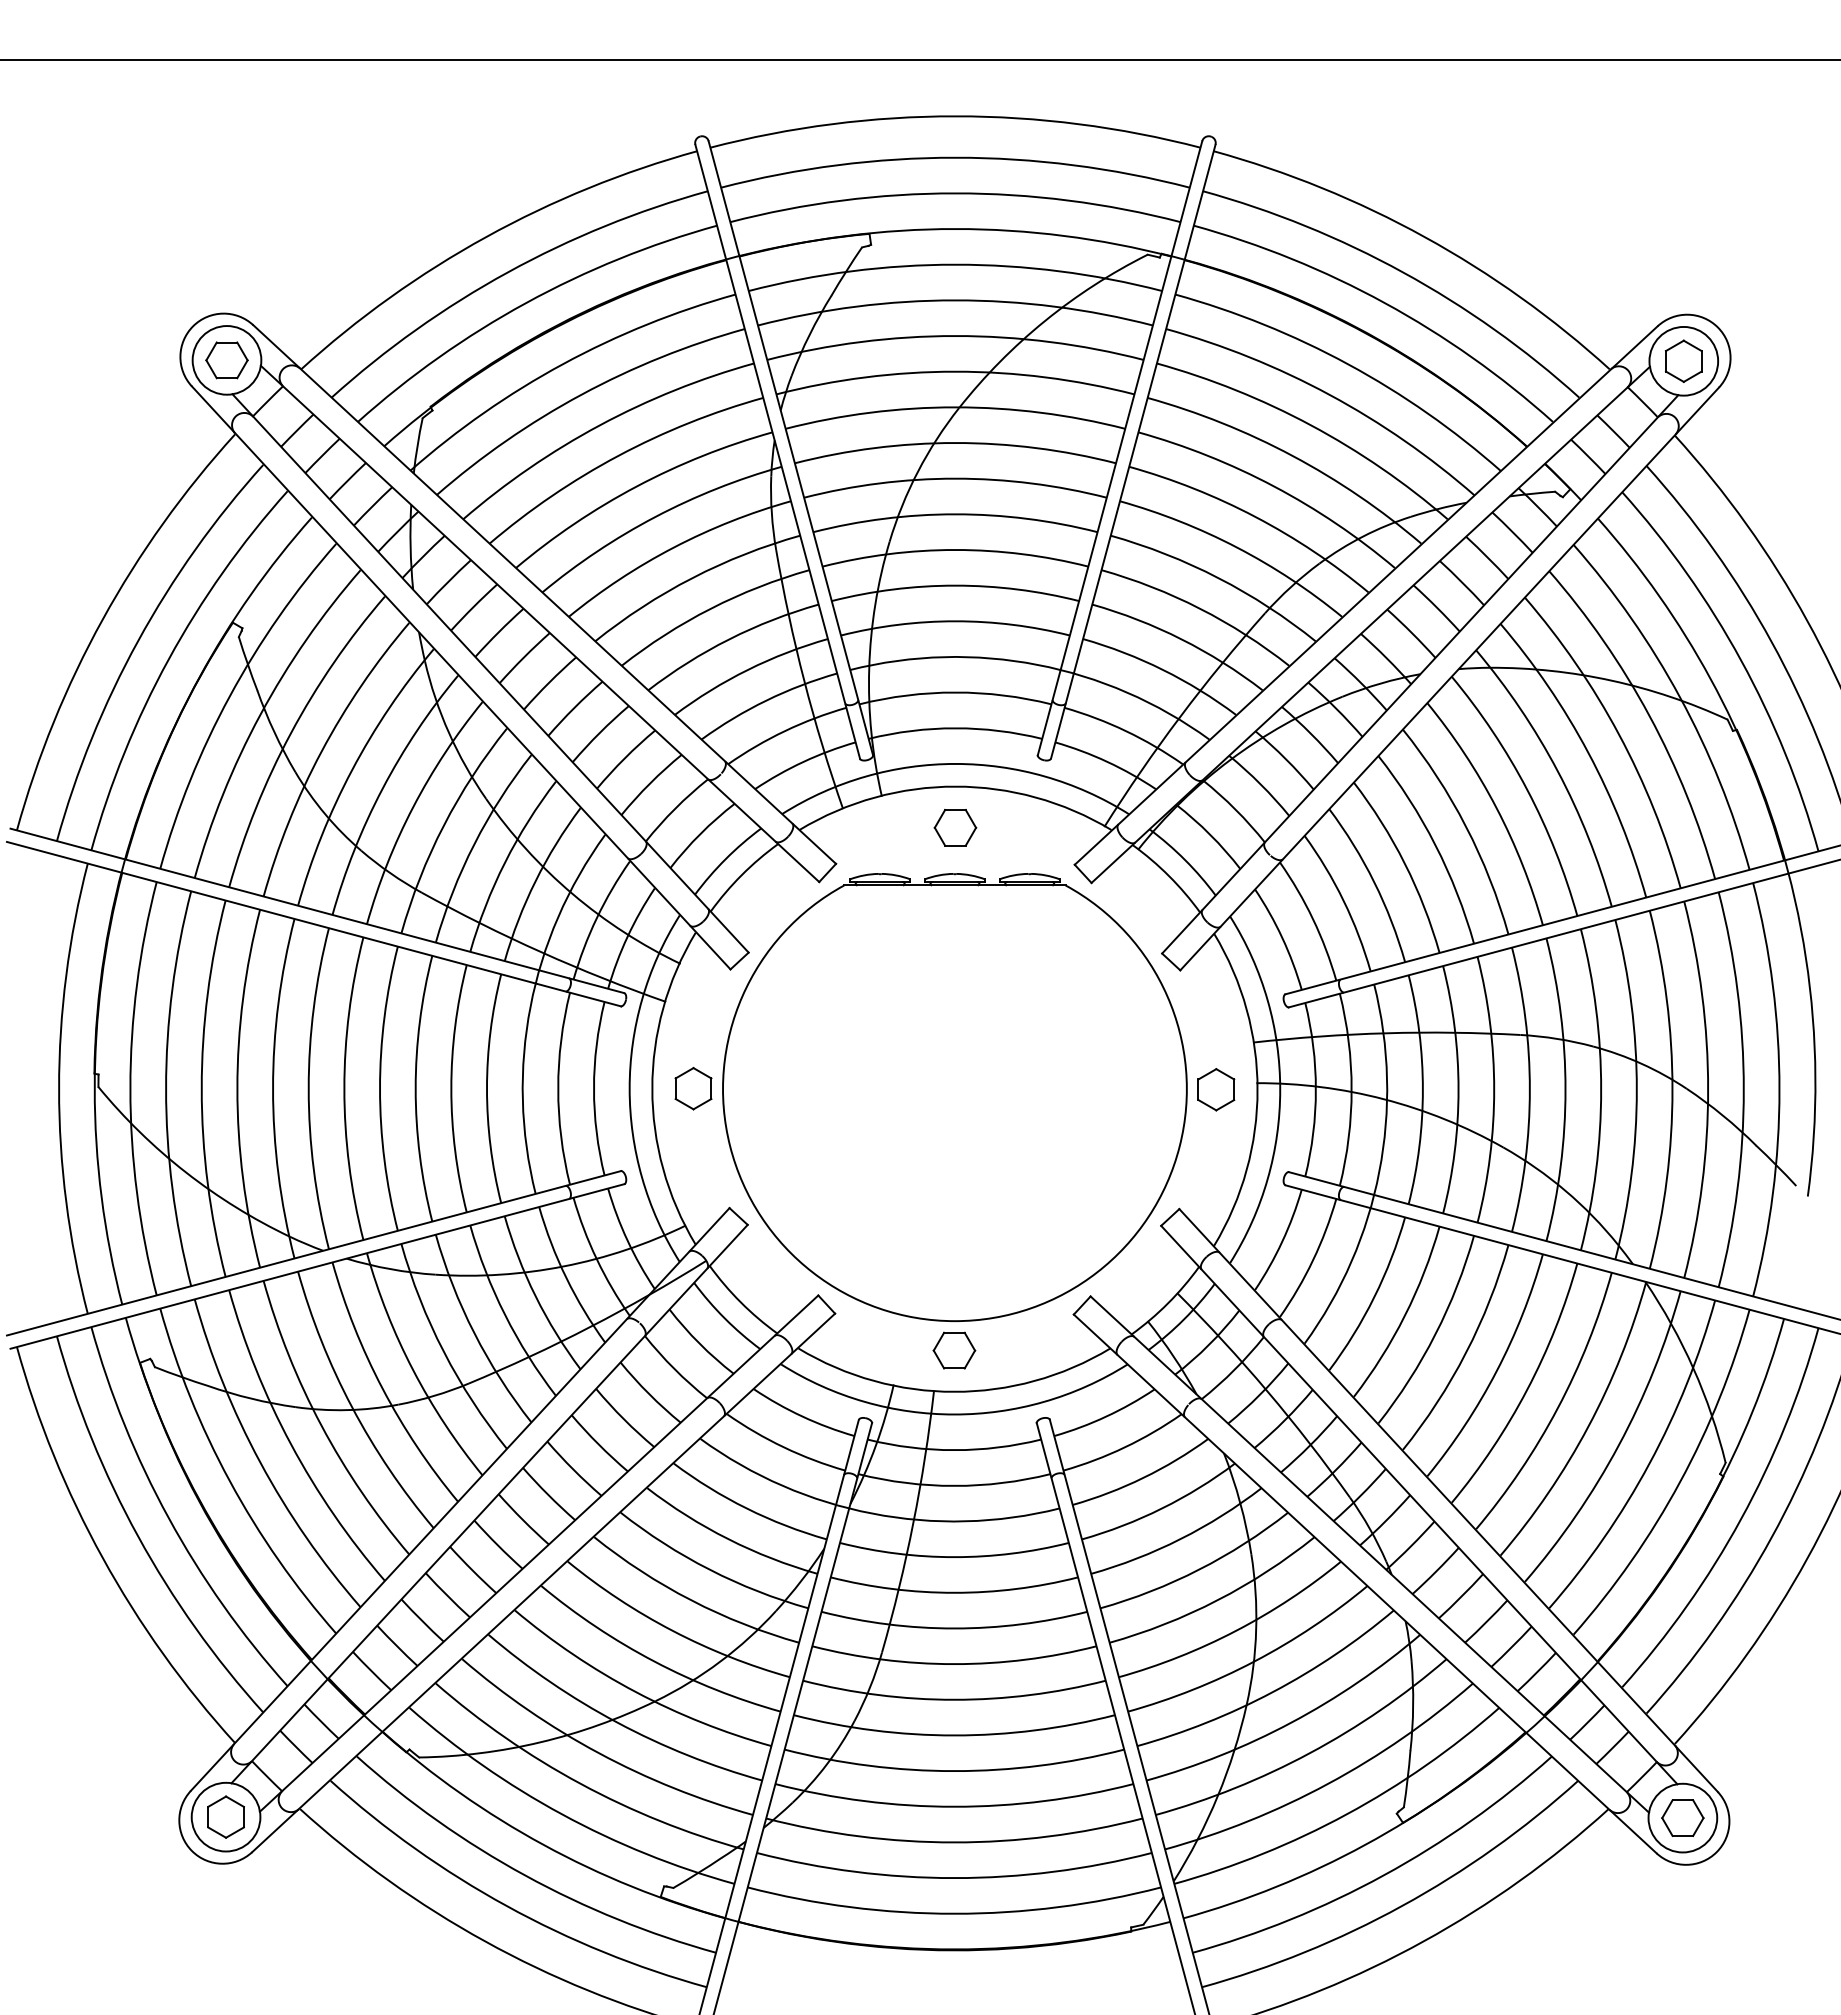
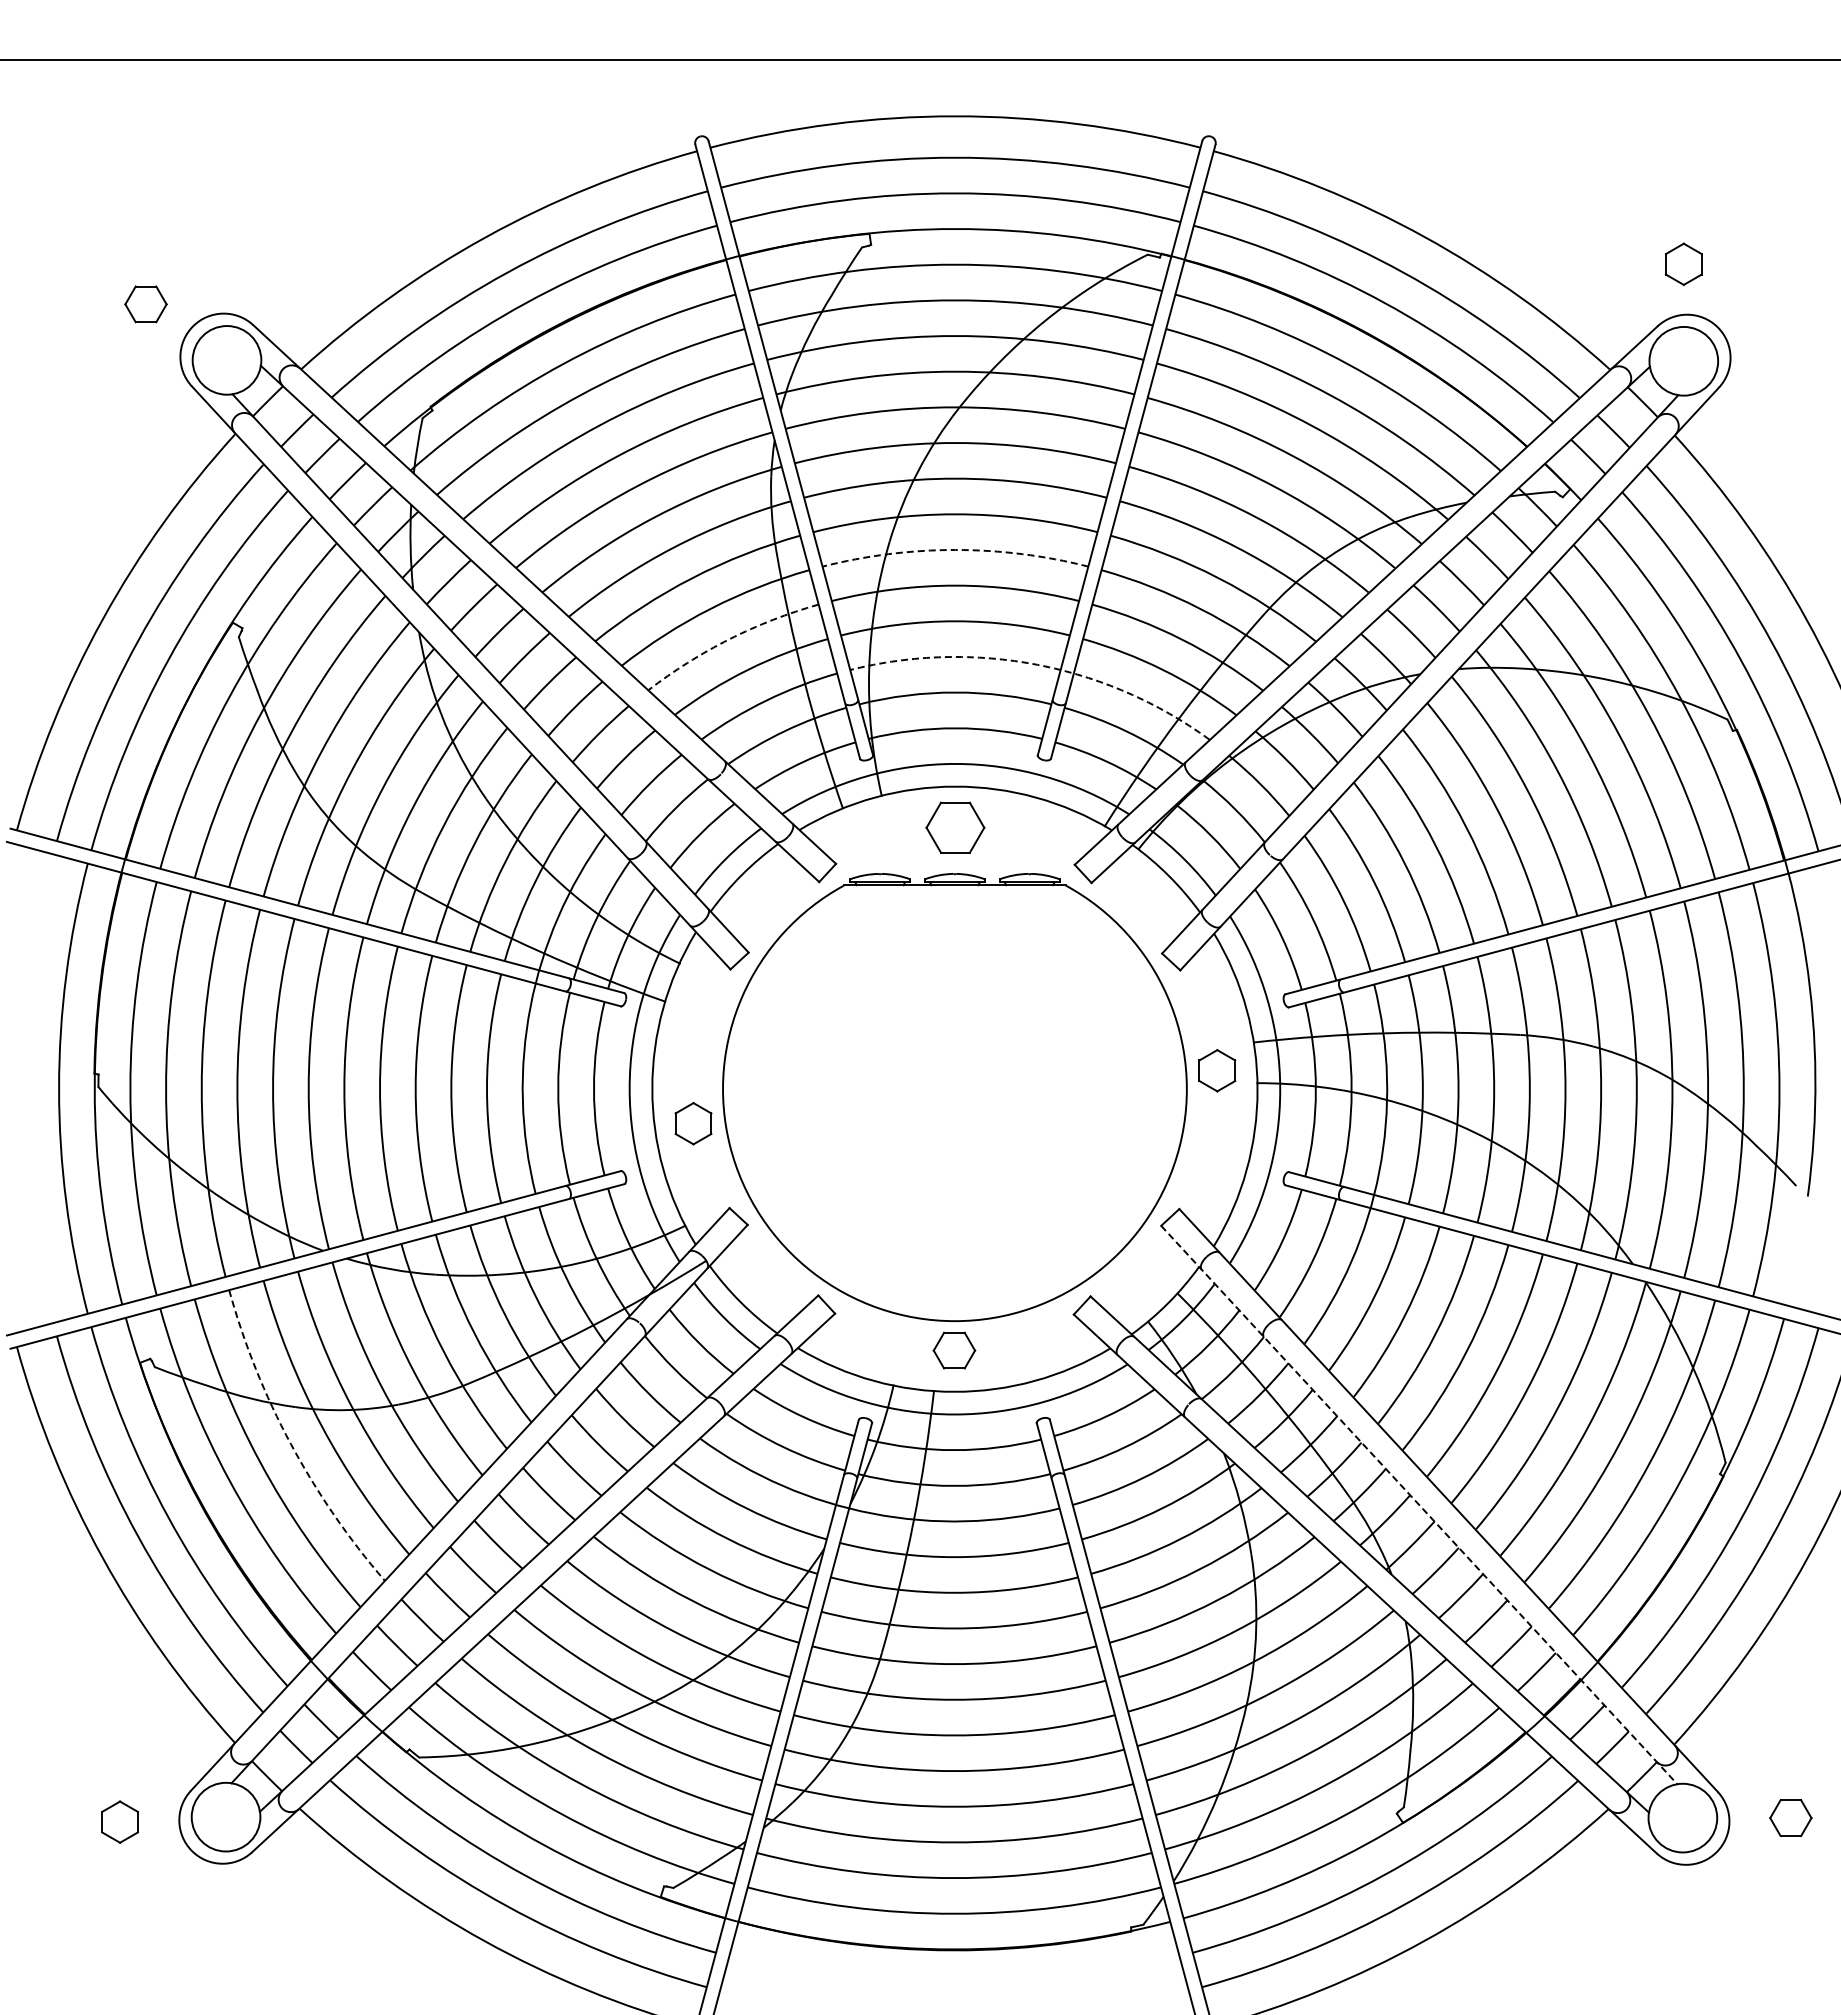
part at (226, 360) position: (226, 360) -> (145, 304)
part at (1683, 360) position: (1683, 360) -> (1683, 263)
arc at (955, 549): solid -> dashed
arc at (729, 639): solid -> dashed
arc at (1037, 664): solid -> dashed
part at (955, 827) size: 45x38 px -> 61x53 px
part at (693, 1088) position: (693, 1088) -> (693, 1123)
part at (1216, 1089) position: (1216, 1089) -> (1217, 1070)
arc at (290, 1444): solid -> dashed
line at (1419, 1505): solid -> dashed
part at (225, 1816) position: (225, 1816) -> (119, 1821)
part at (1682, 1817) position: (1682, 1817) -> (1790, 1817)
